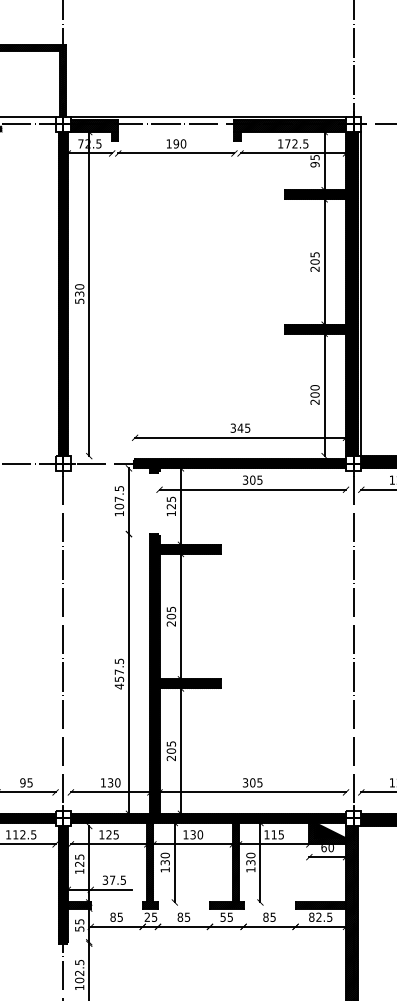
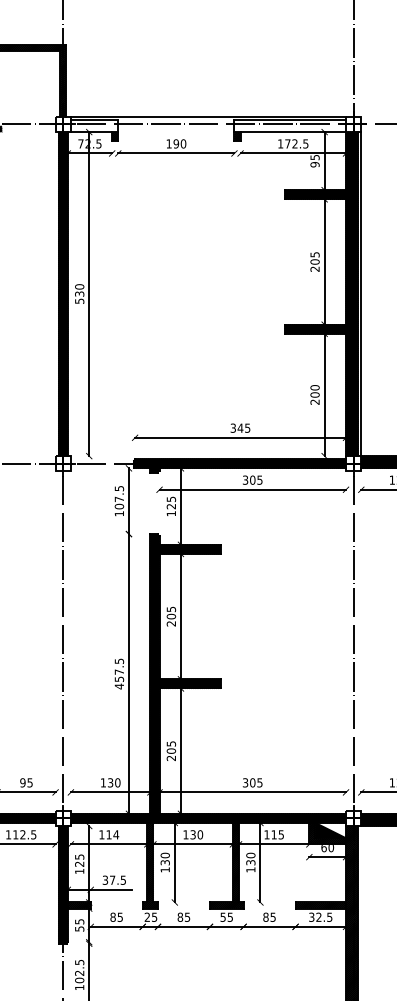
line at (28, 116): present -> none
hatch at (94, 125): present -> none
hatch at (290, 125): present -> none
text at (112, 834): 125 -> 114
text at (311, 916): 82.5 -> 32.5
